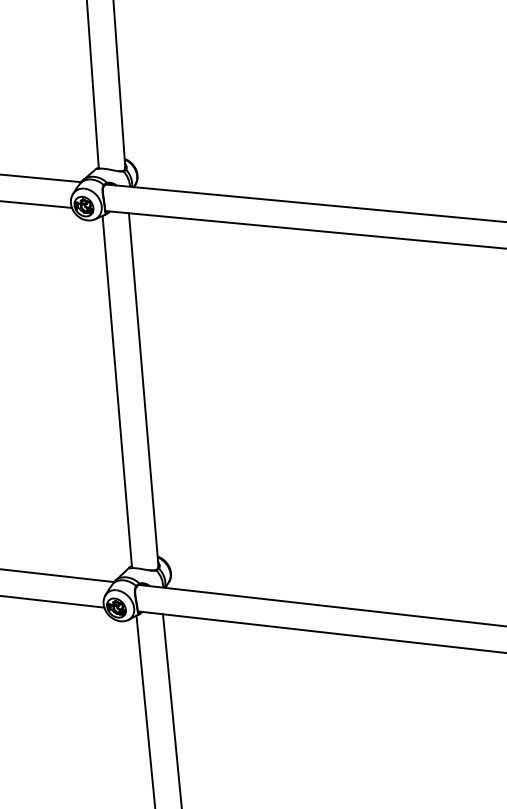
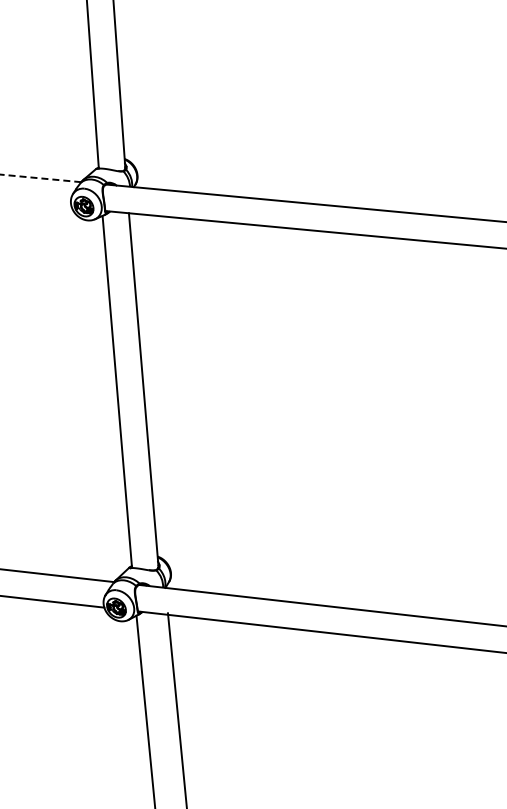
line at (40, 178): solid -> dashed
line at (37, 204): present -> none
line at (171, 709) position: (171, 709) -> (176, 709)
